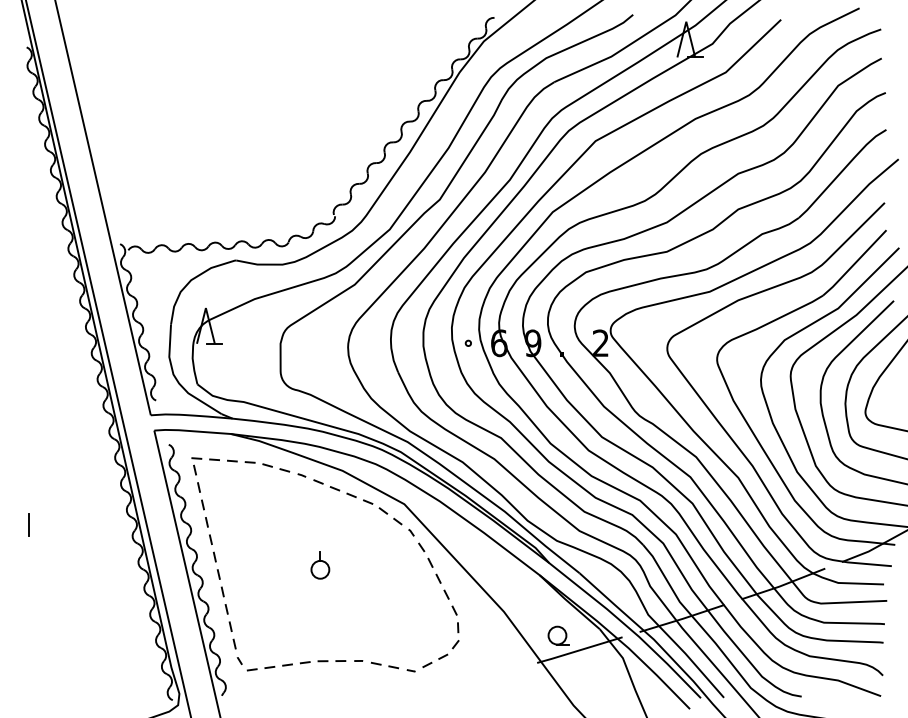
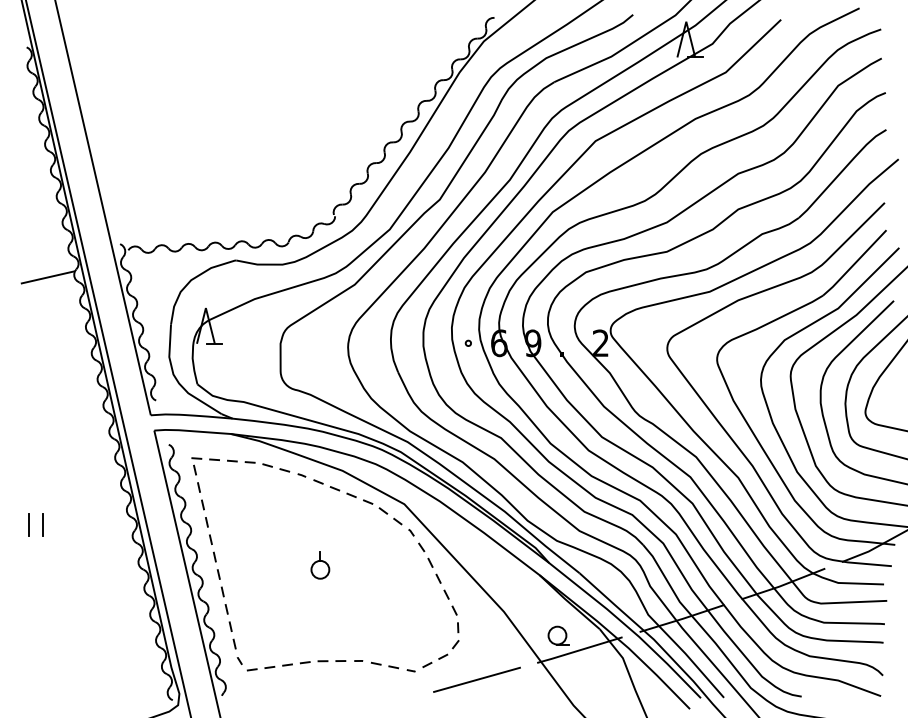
line at (47, 277): none -> present
line at (42, 524): none -> present
line at (476, 679): none -> present
